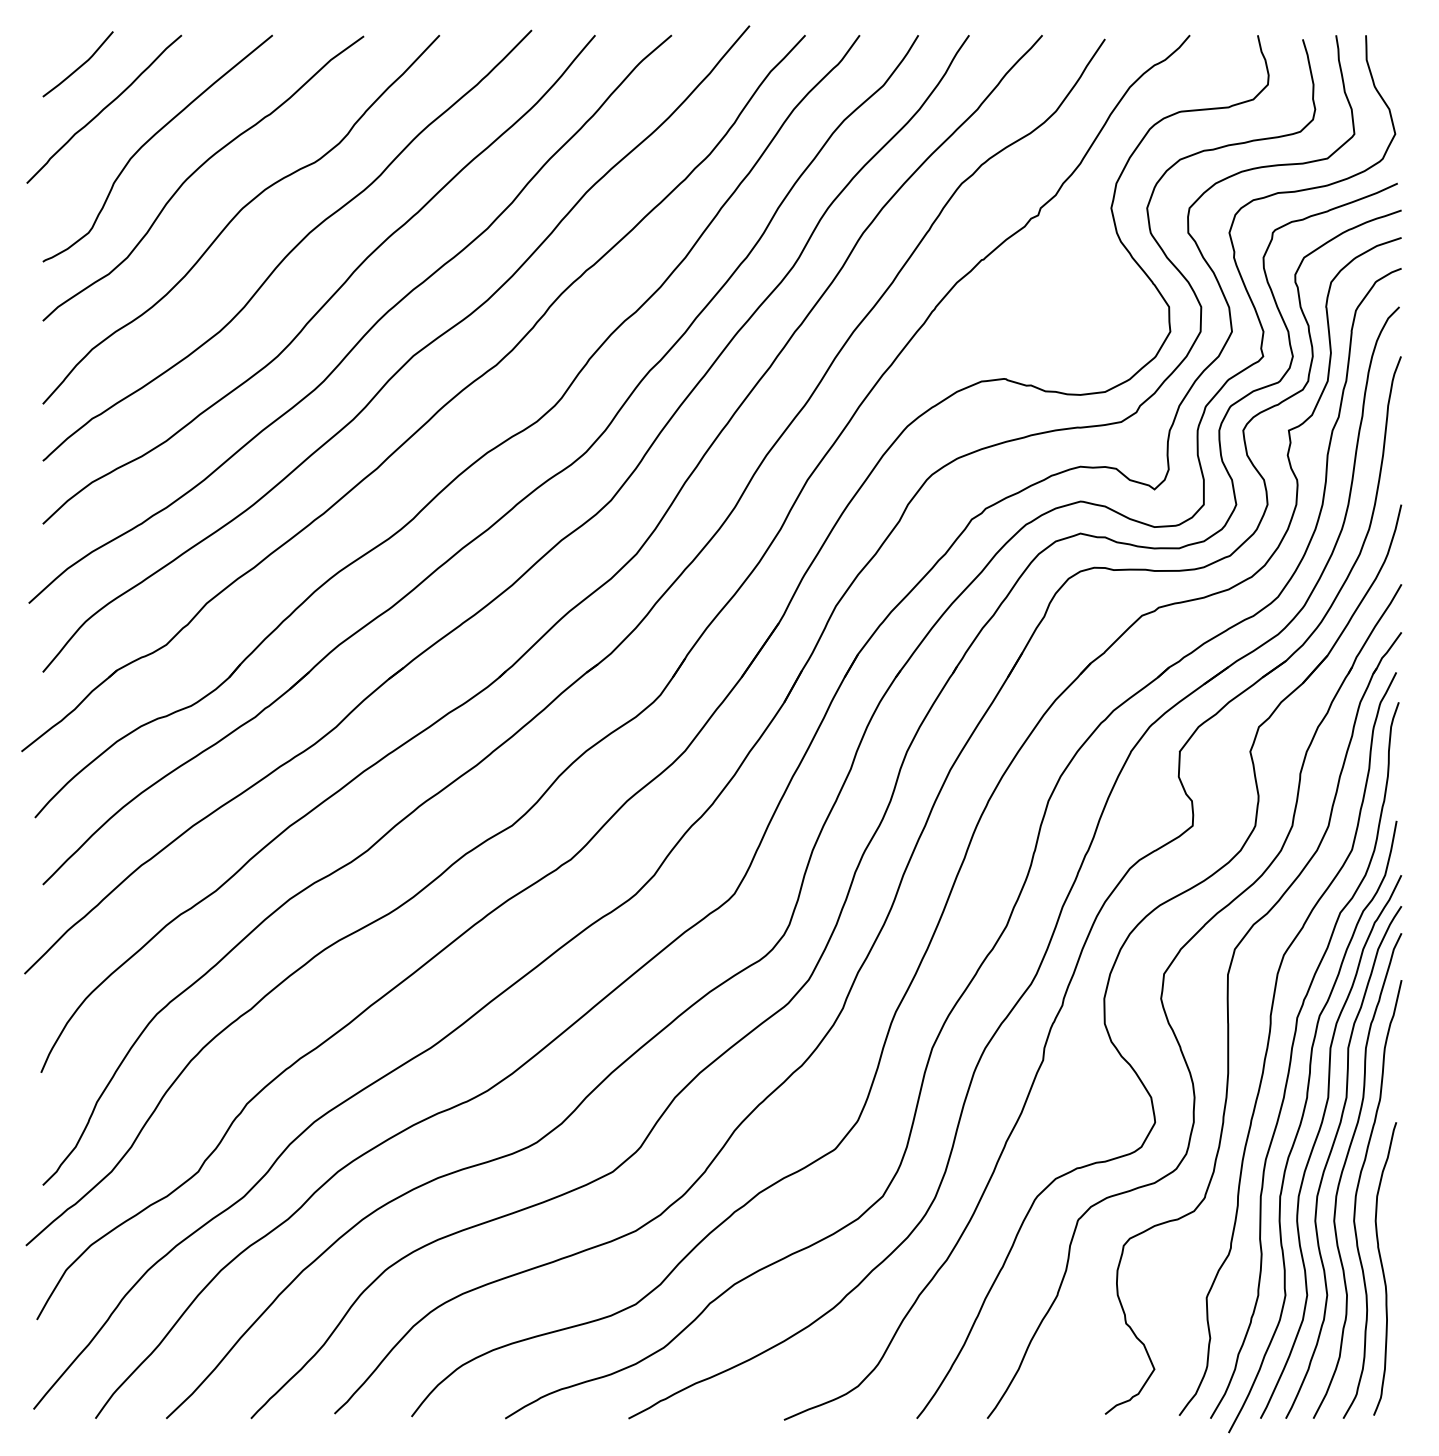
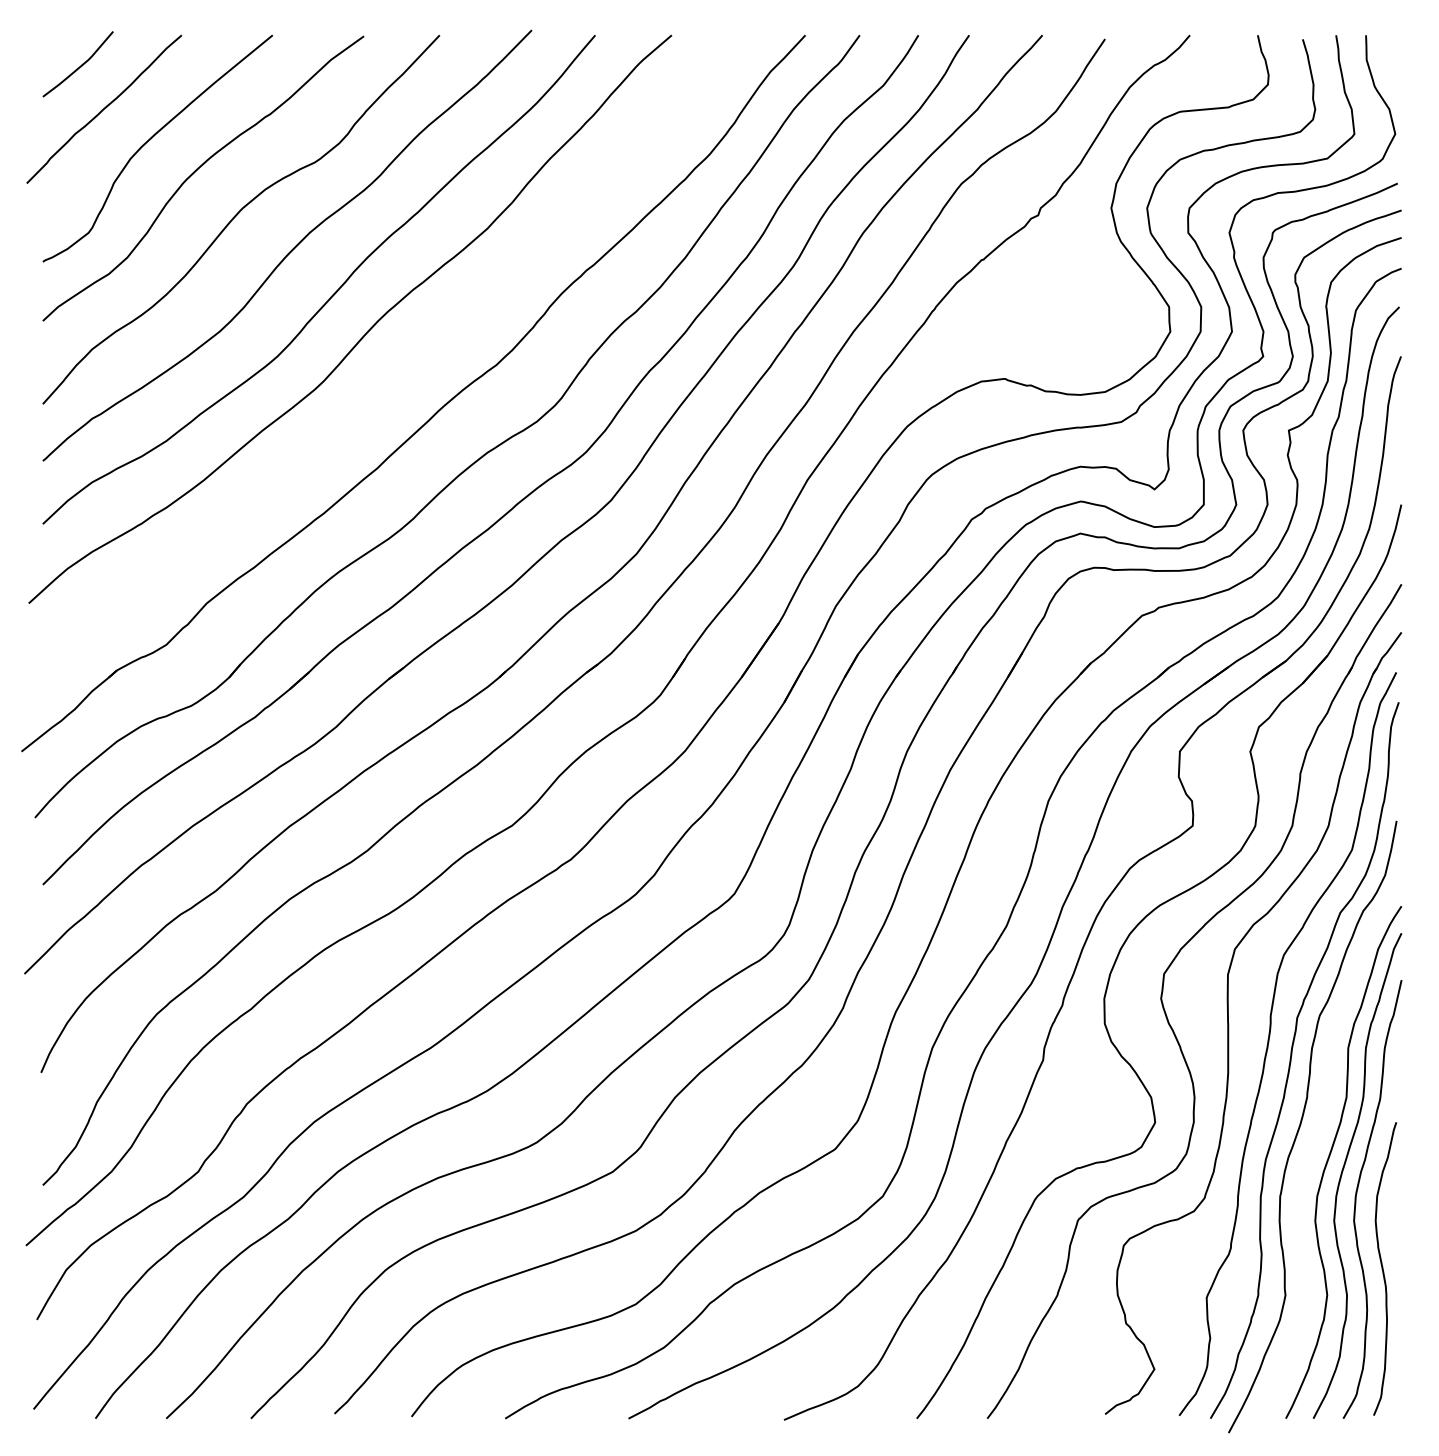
curve at (408, 359): present -> none
curve at (1316, 1141): present -> none
